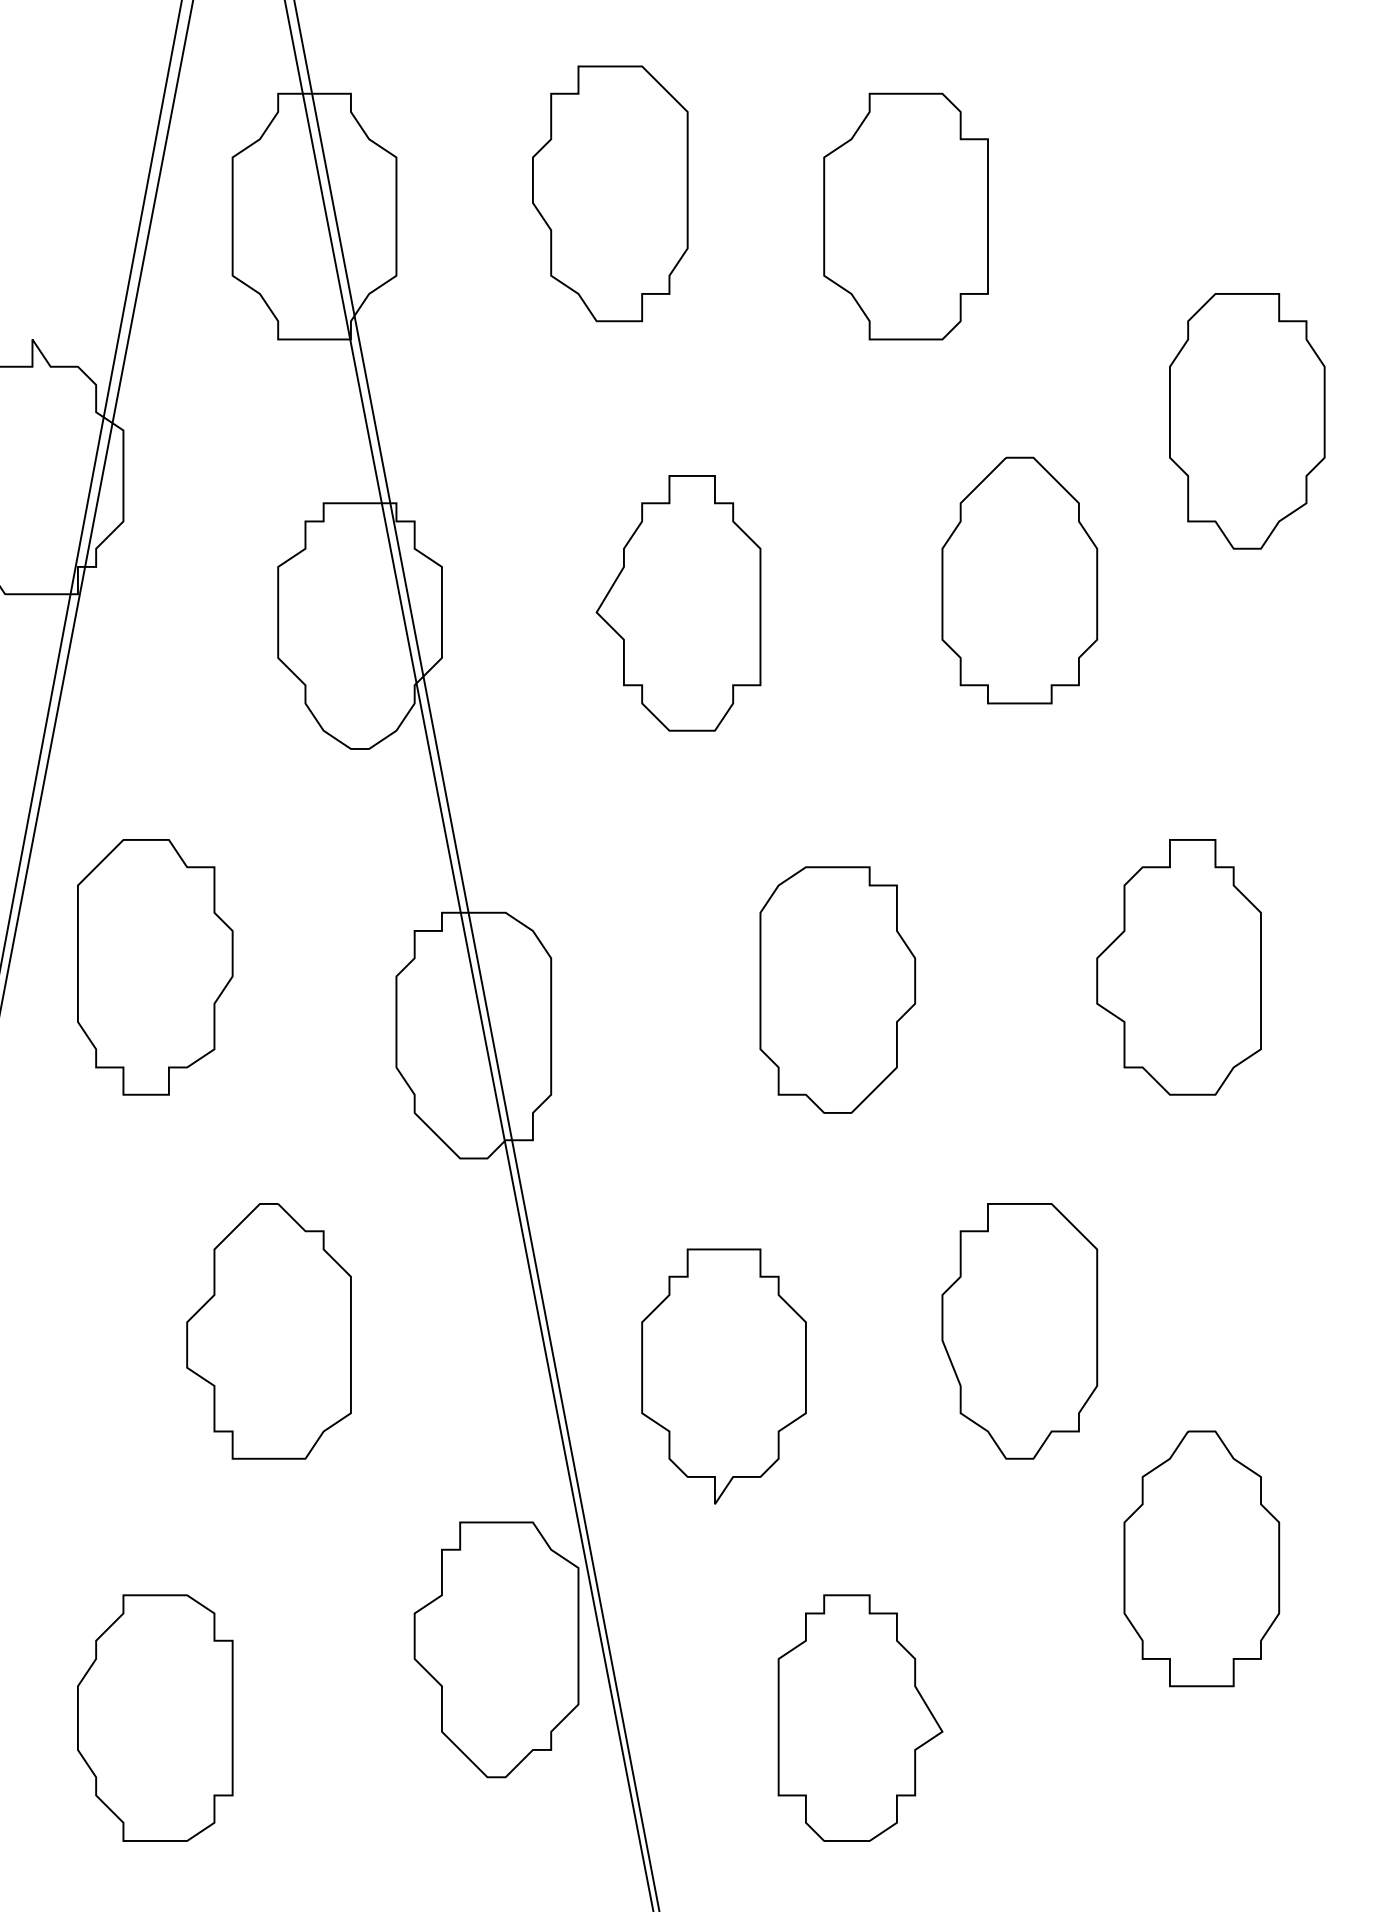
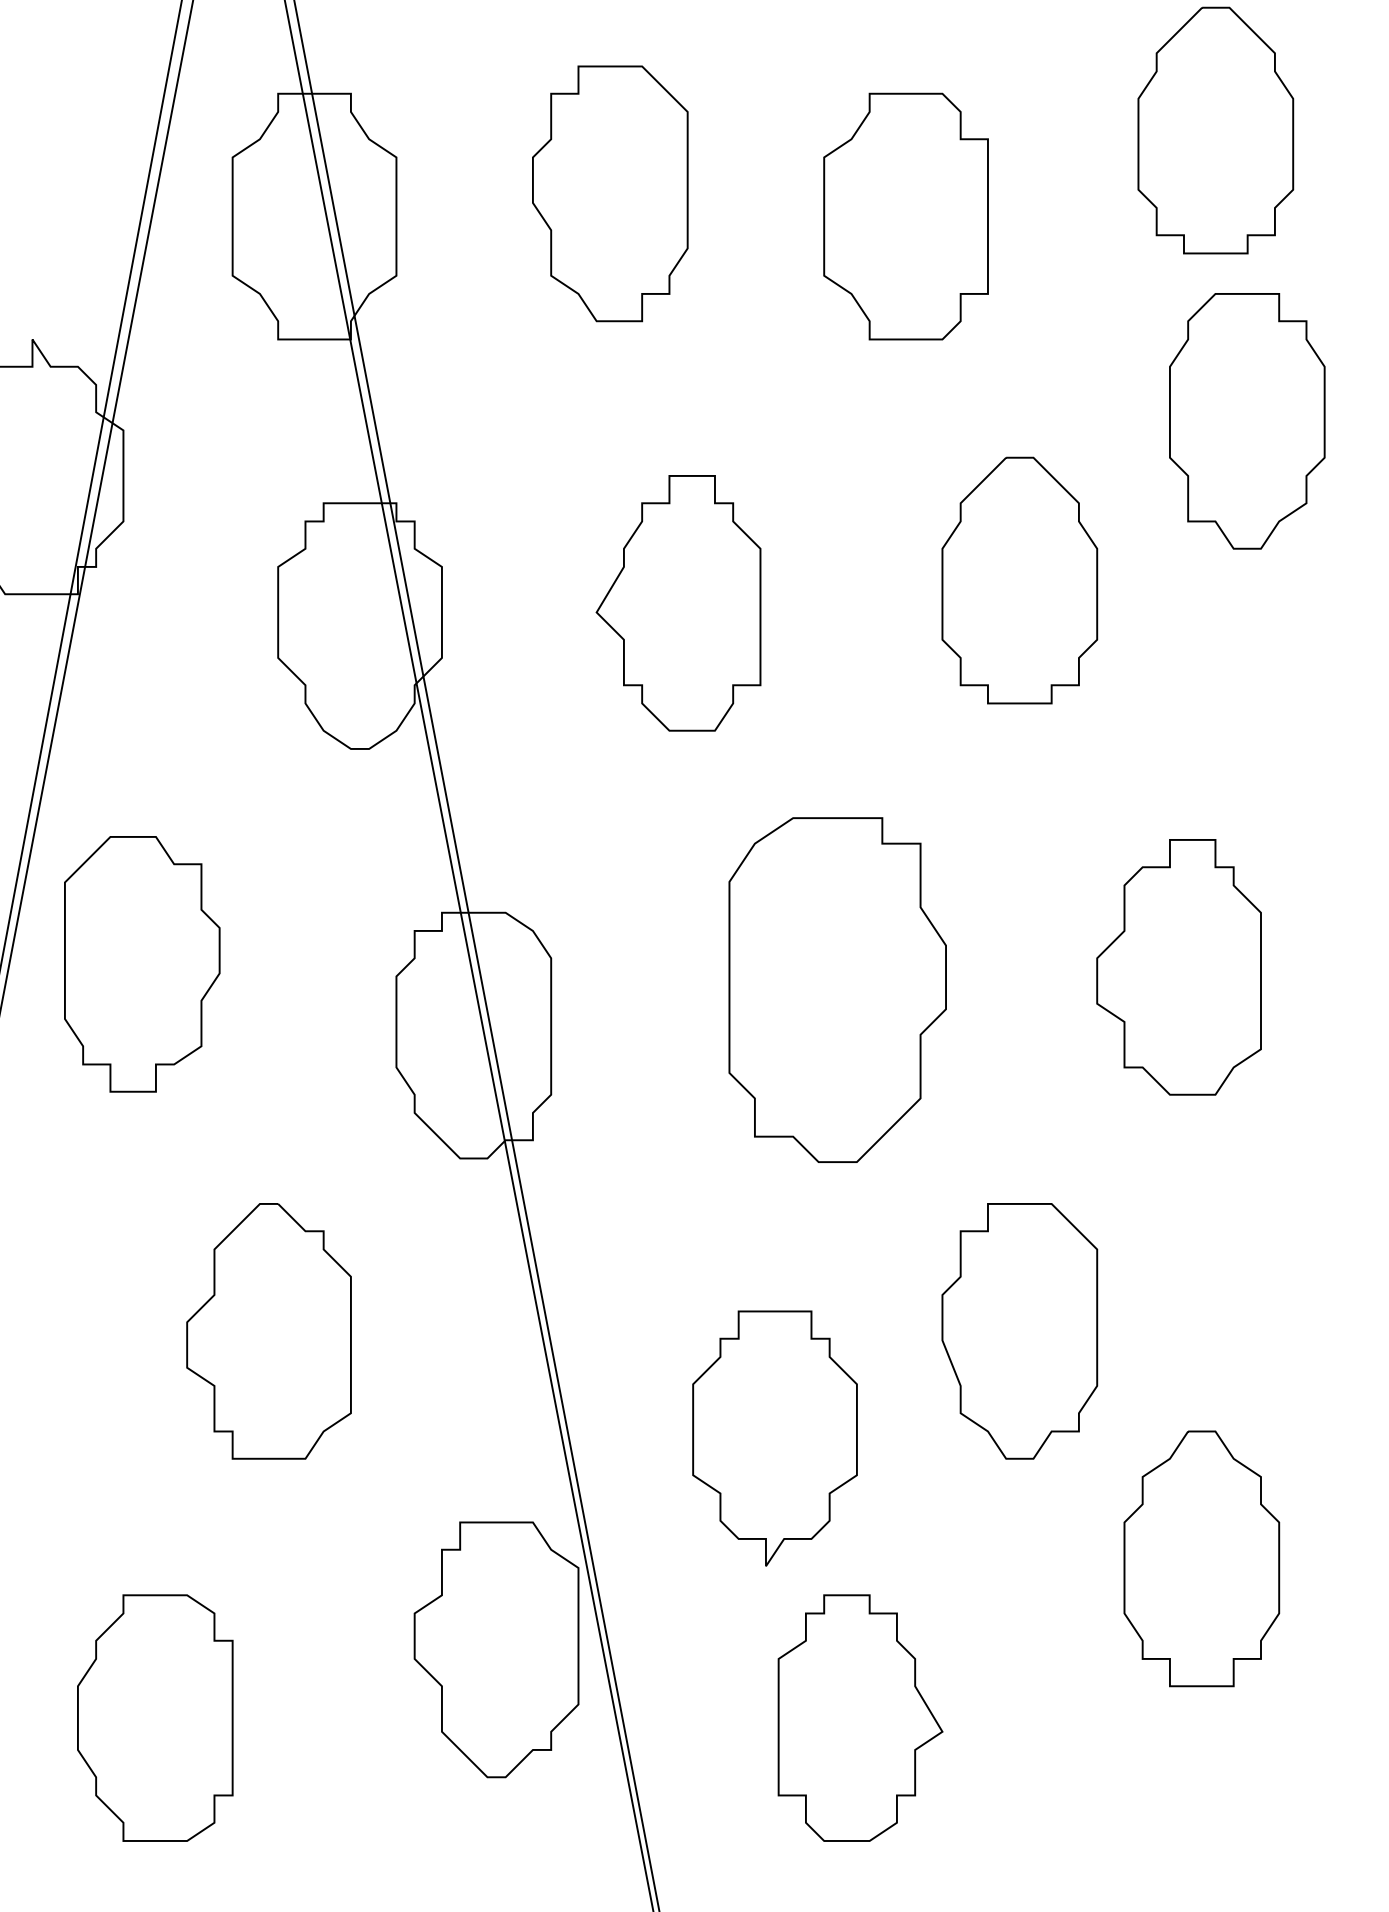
part at (1215, 130): none -> present
part at (155, 967) position: (155, 967) -> (142, 964)
part at (837, 989) size: 158x248 px -> 219x346 px
part at (723, 1376) position: (723, 1376) -> (774, 1438)
